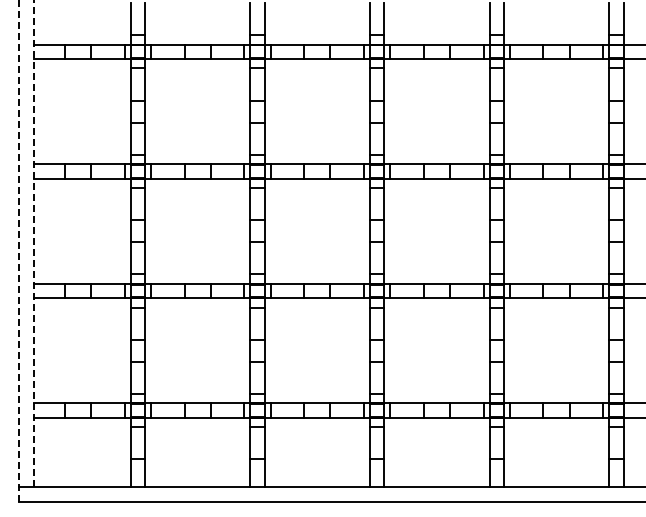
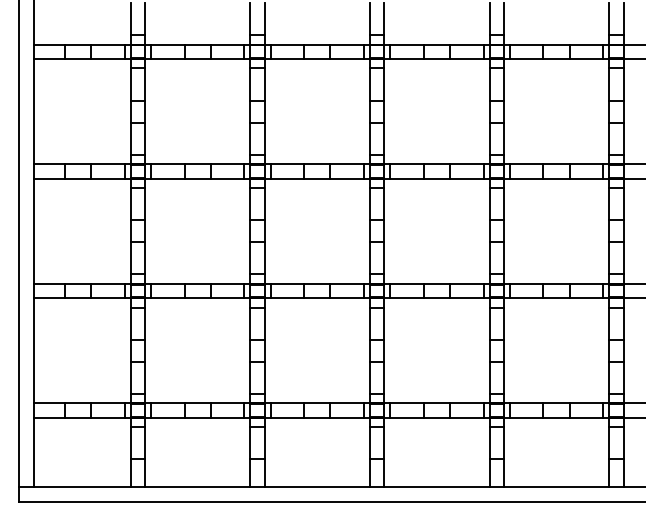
line at (33, 243): dashed -> solid
line at (19, 251): dashed -> solid
